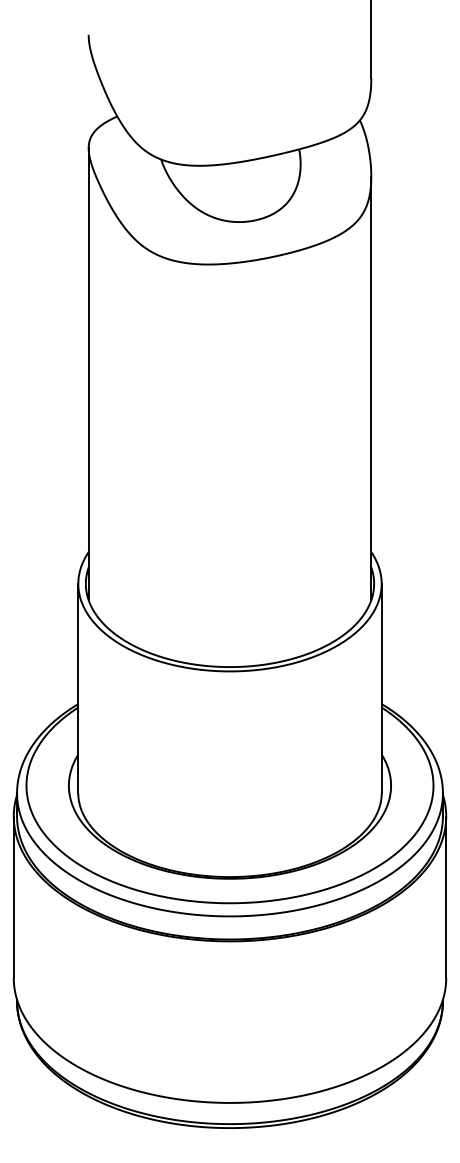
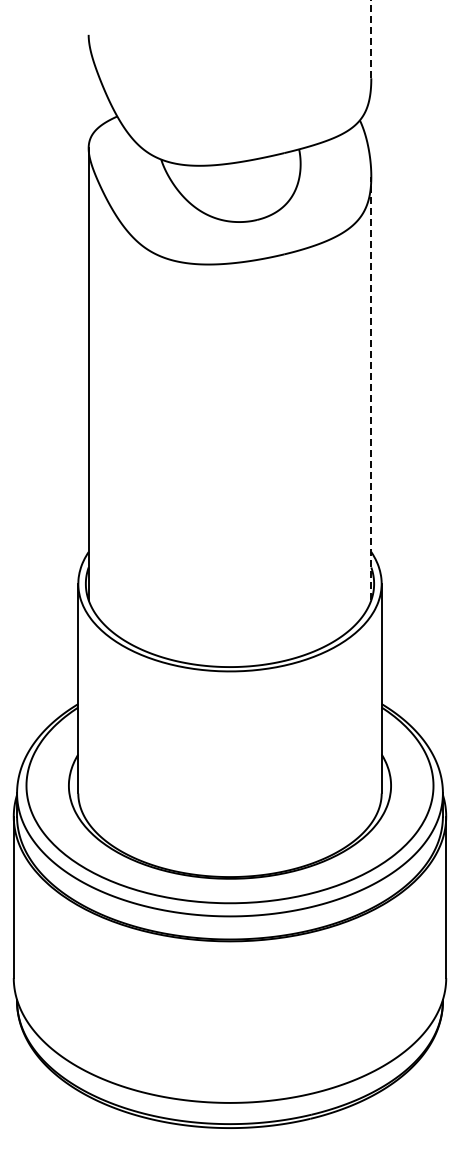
line at (371, 39): solid -> dashed
line at (371, 388): solid -> dashed
